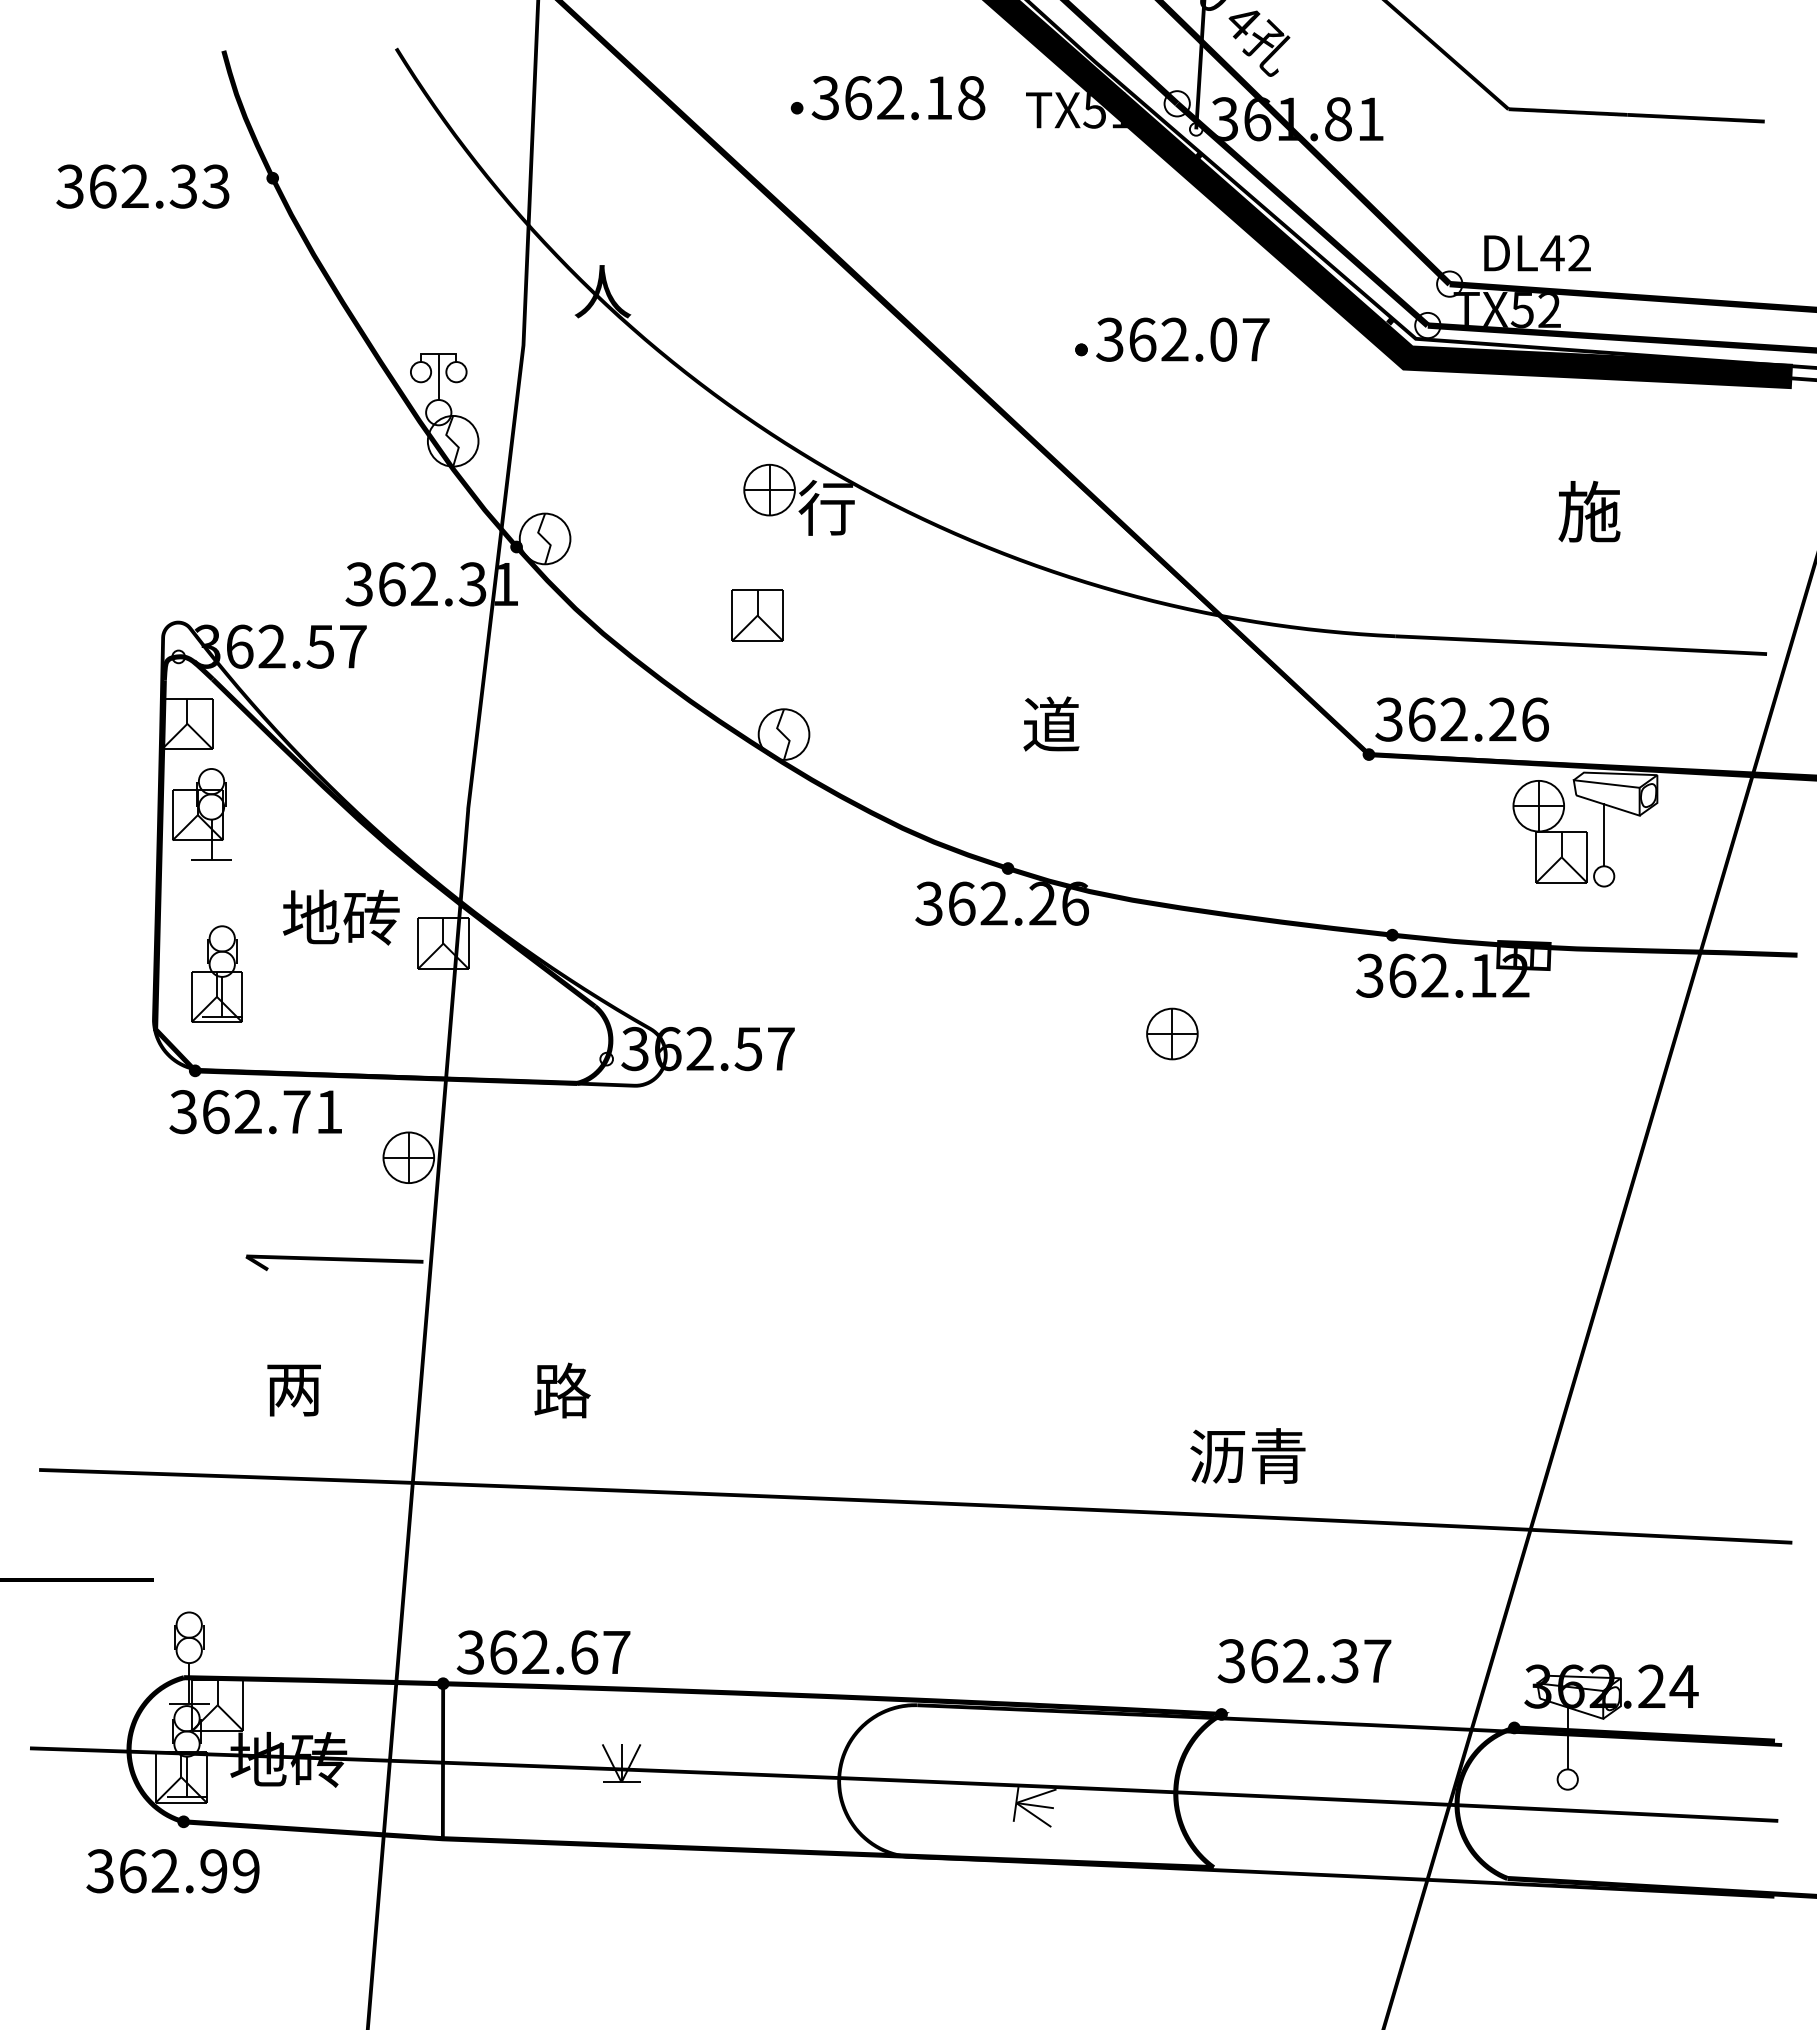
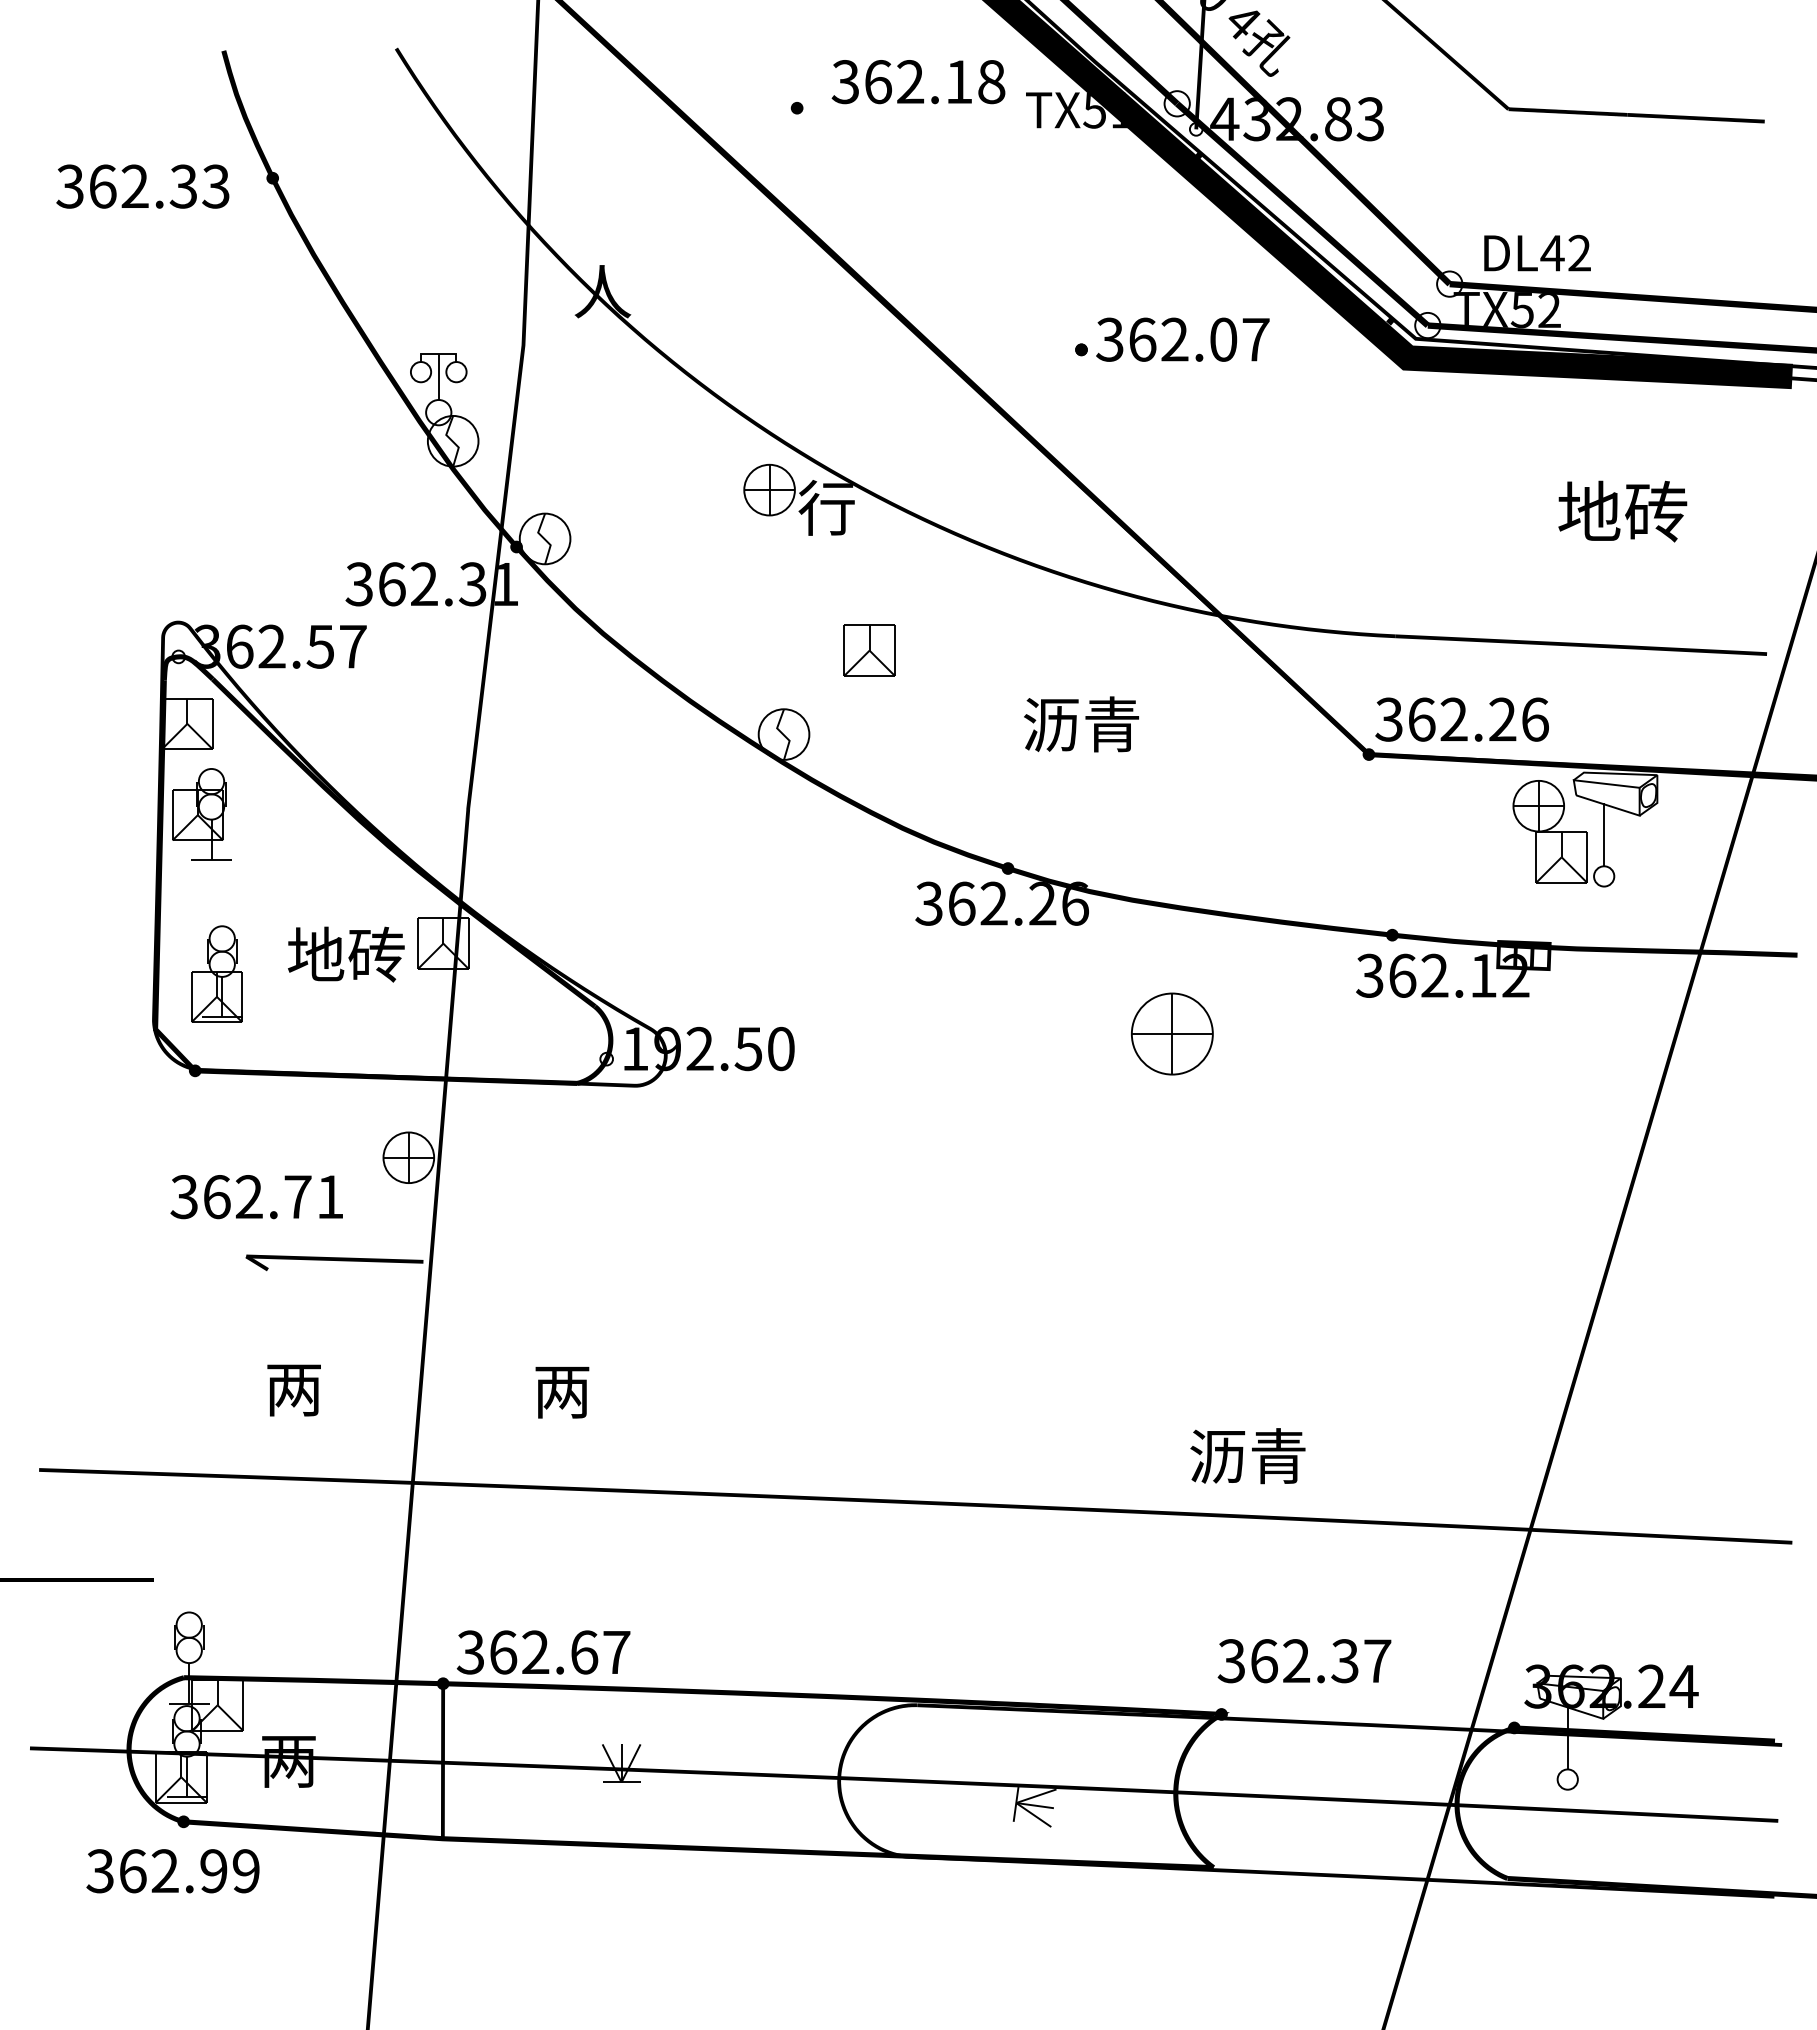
text at (898, 98) position: (898, 98) -> (918, 82)
text at (1296, 119): 361.81 -> 432.83
text at (1622, 511): 施 -> 地砖
part at (757, 615) position: (757, 615) -> (869, 650)
text at (1081, 724): 道 -> 沥青
text at (341, 917) position: (341, 917) -> (346, 954)
part at (1172, 1033) size: 53x54 px -> 83x84 px
text at (707, 1048): 362.57 -> 192.50
text at (255, 1112) position: (255, 1112) -> (256, 1197)
text at (562, 1390): 路 -> 两
text at (288, 1759): 地砖 -> 两
